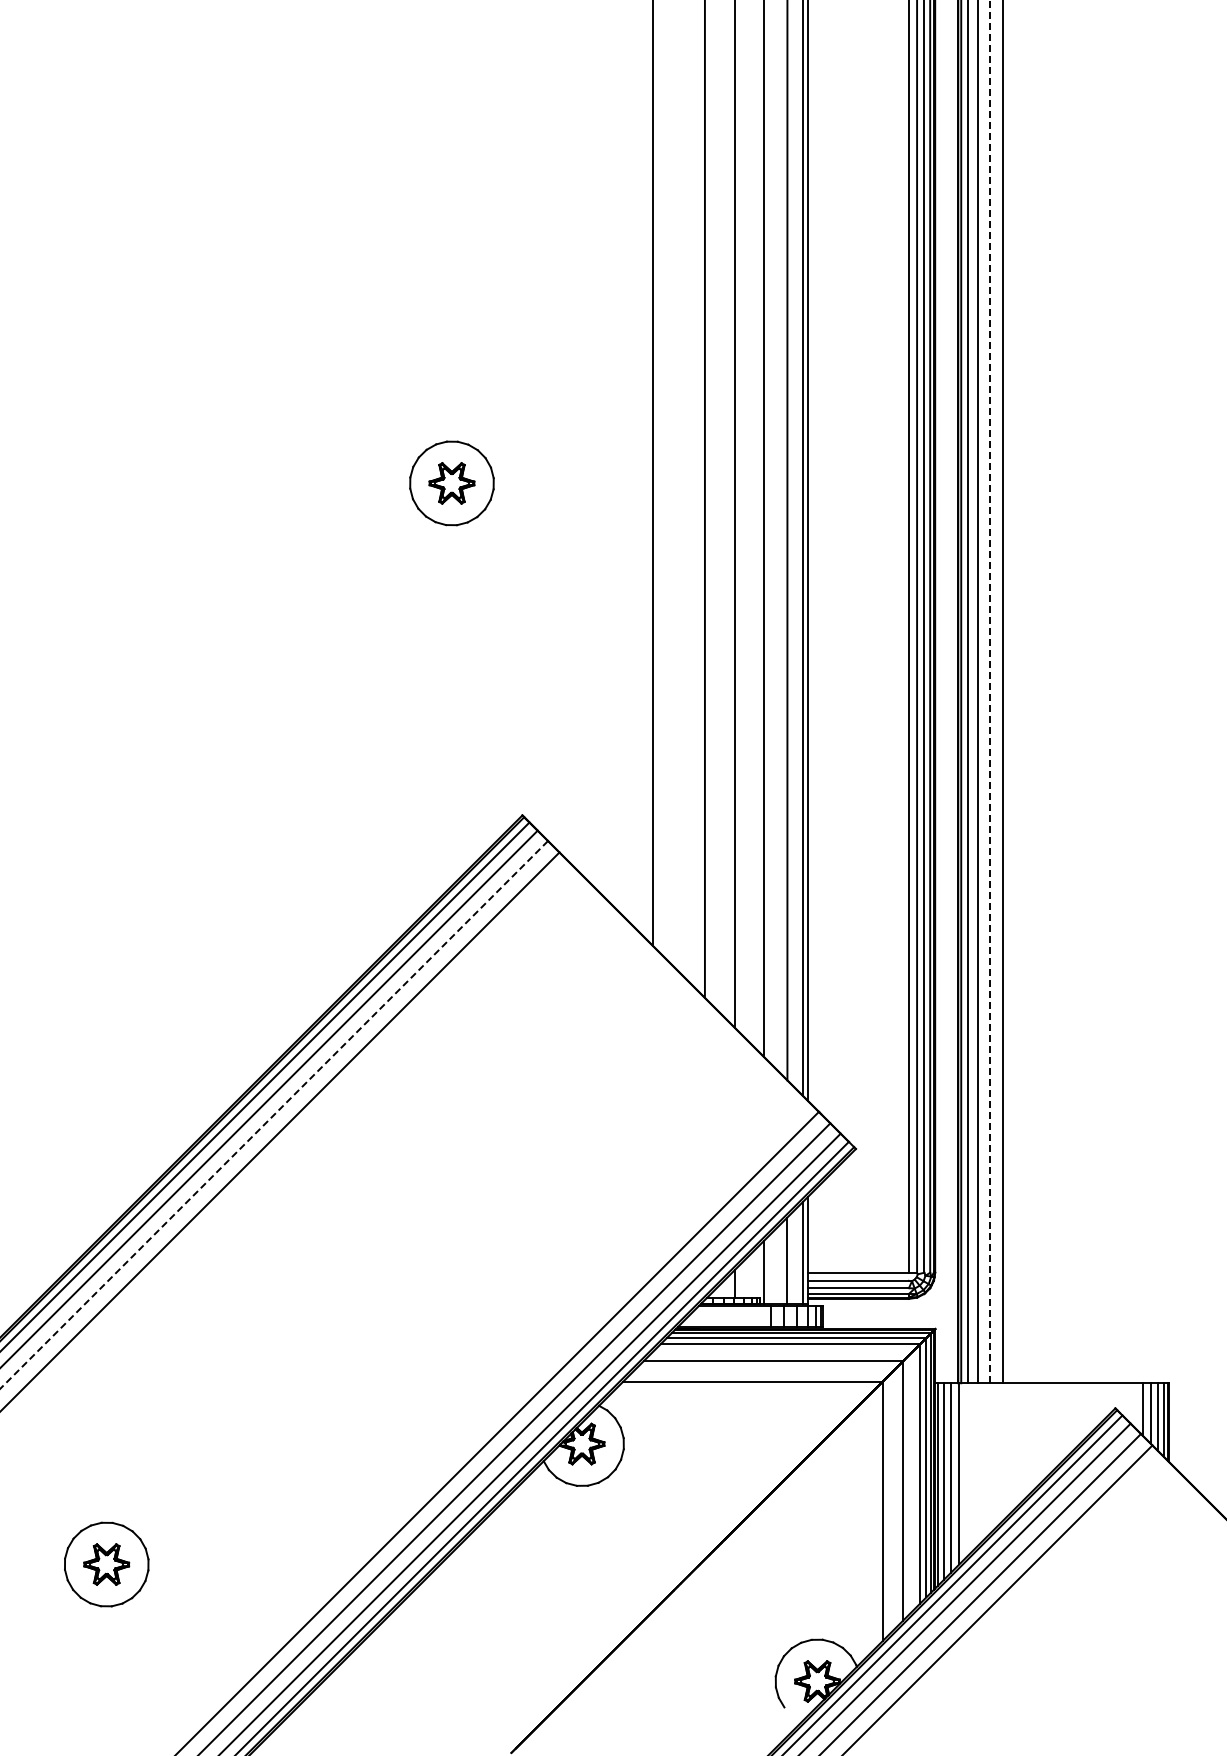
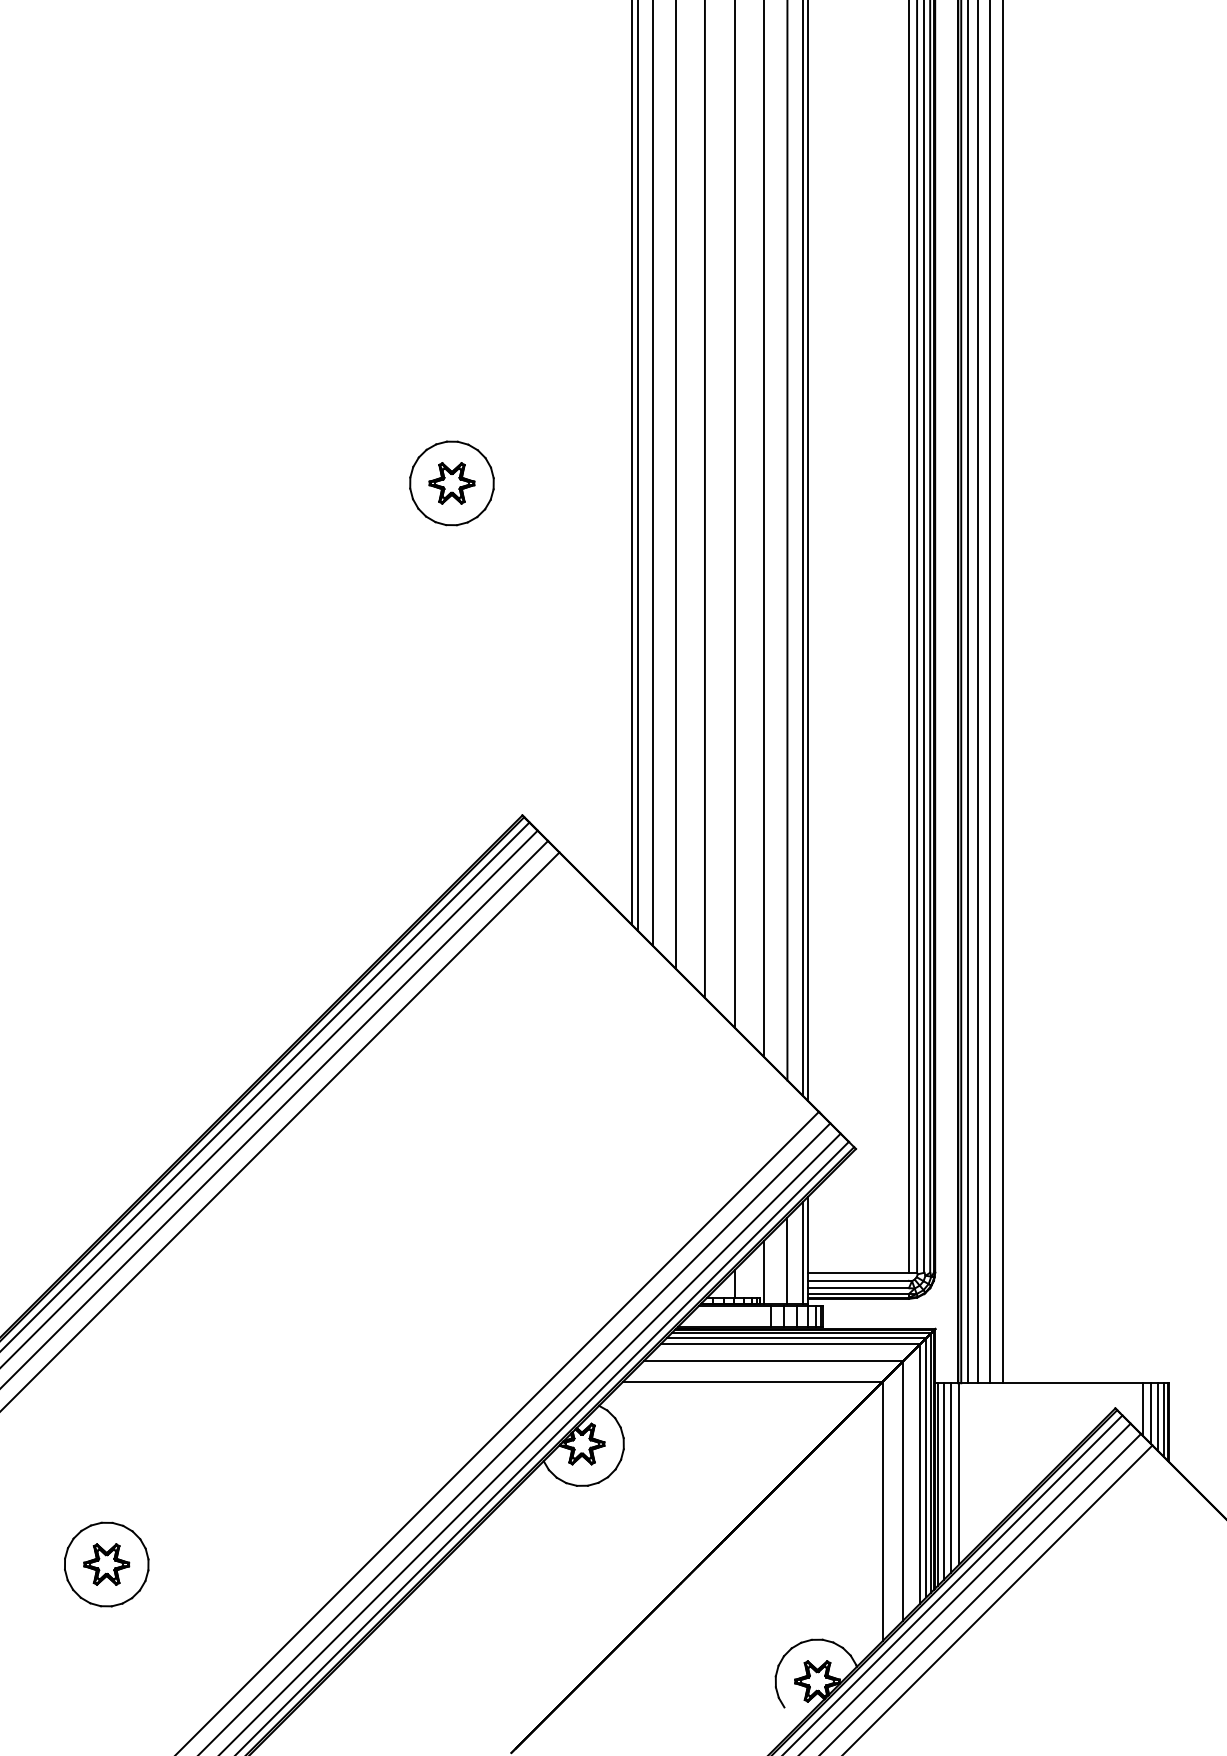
line at (632, 463): none -> present
line at (637, 466): none -> present
line at (676, 485): none -> present
line at (989, 691): dashed -> solid
line at (274, 1114): dashed -> solid
